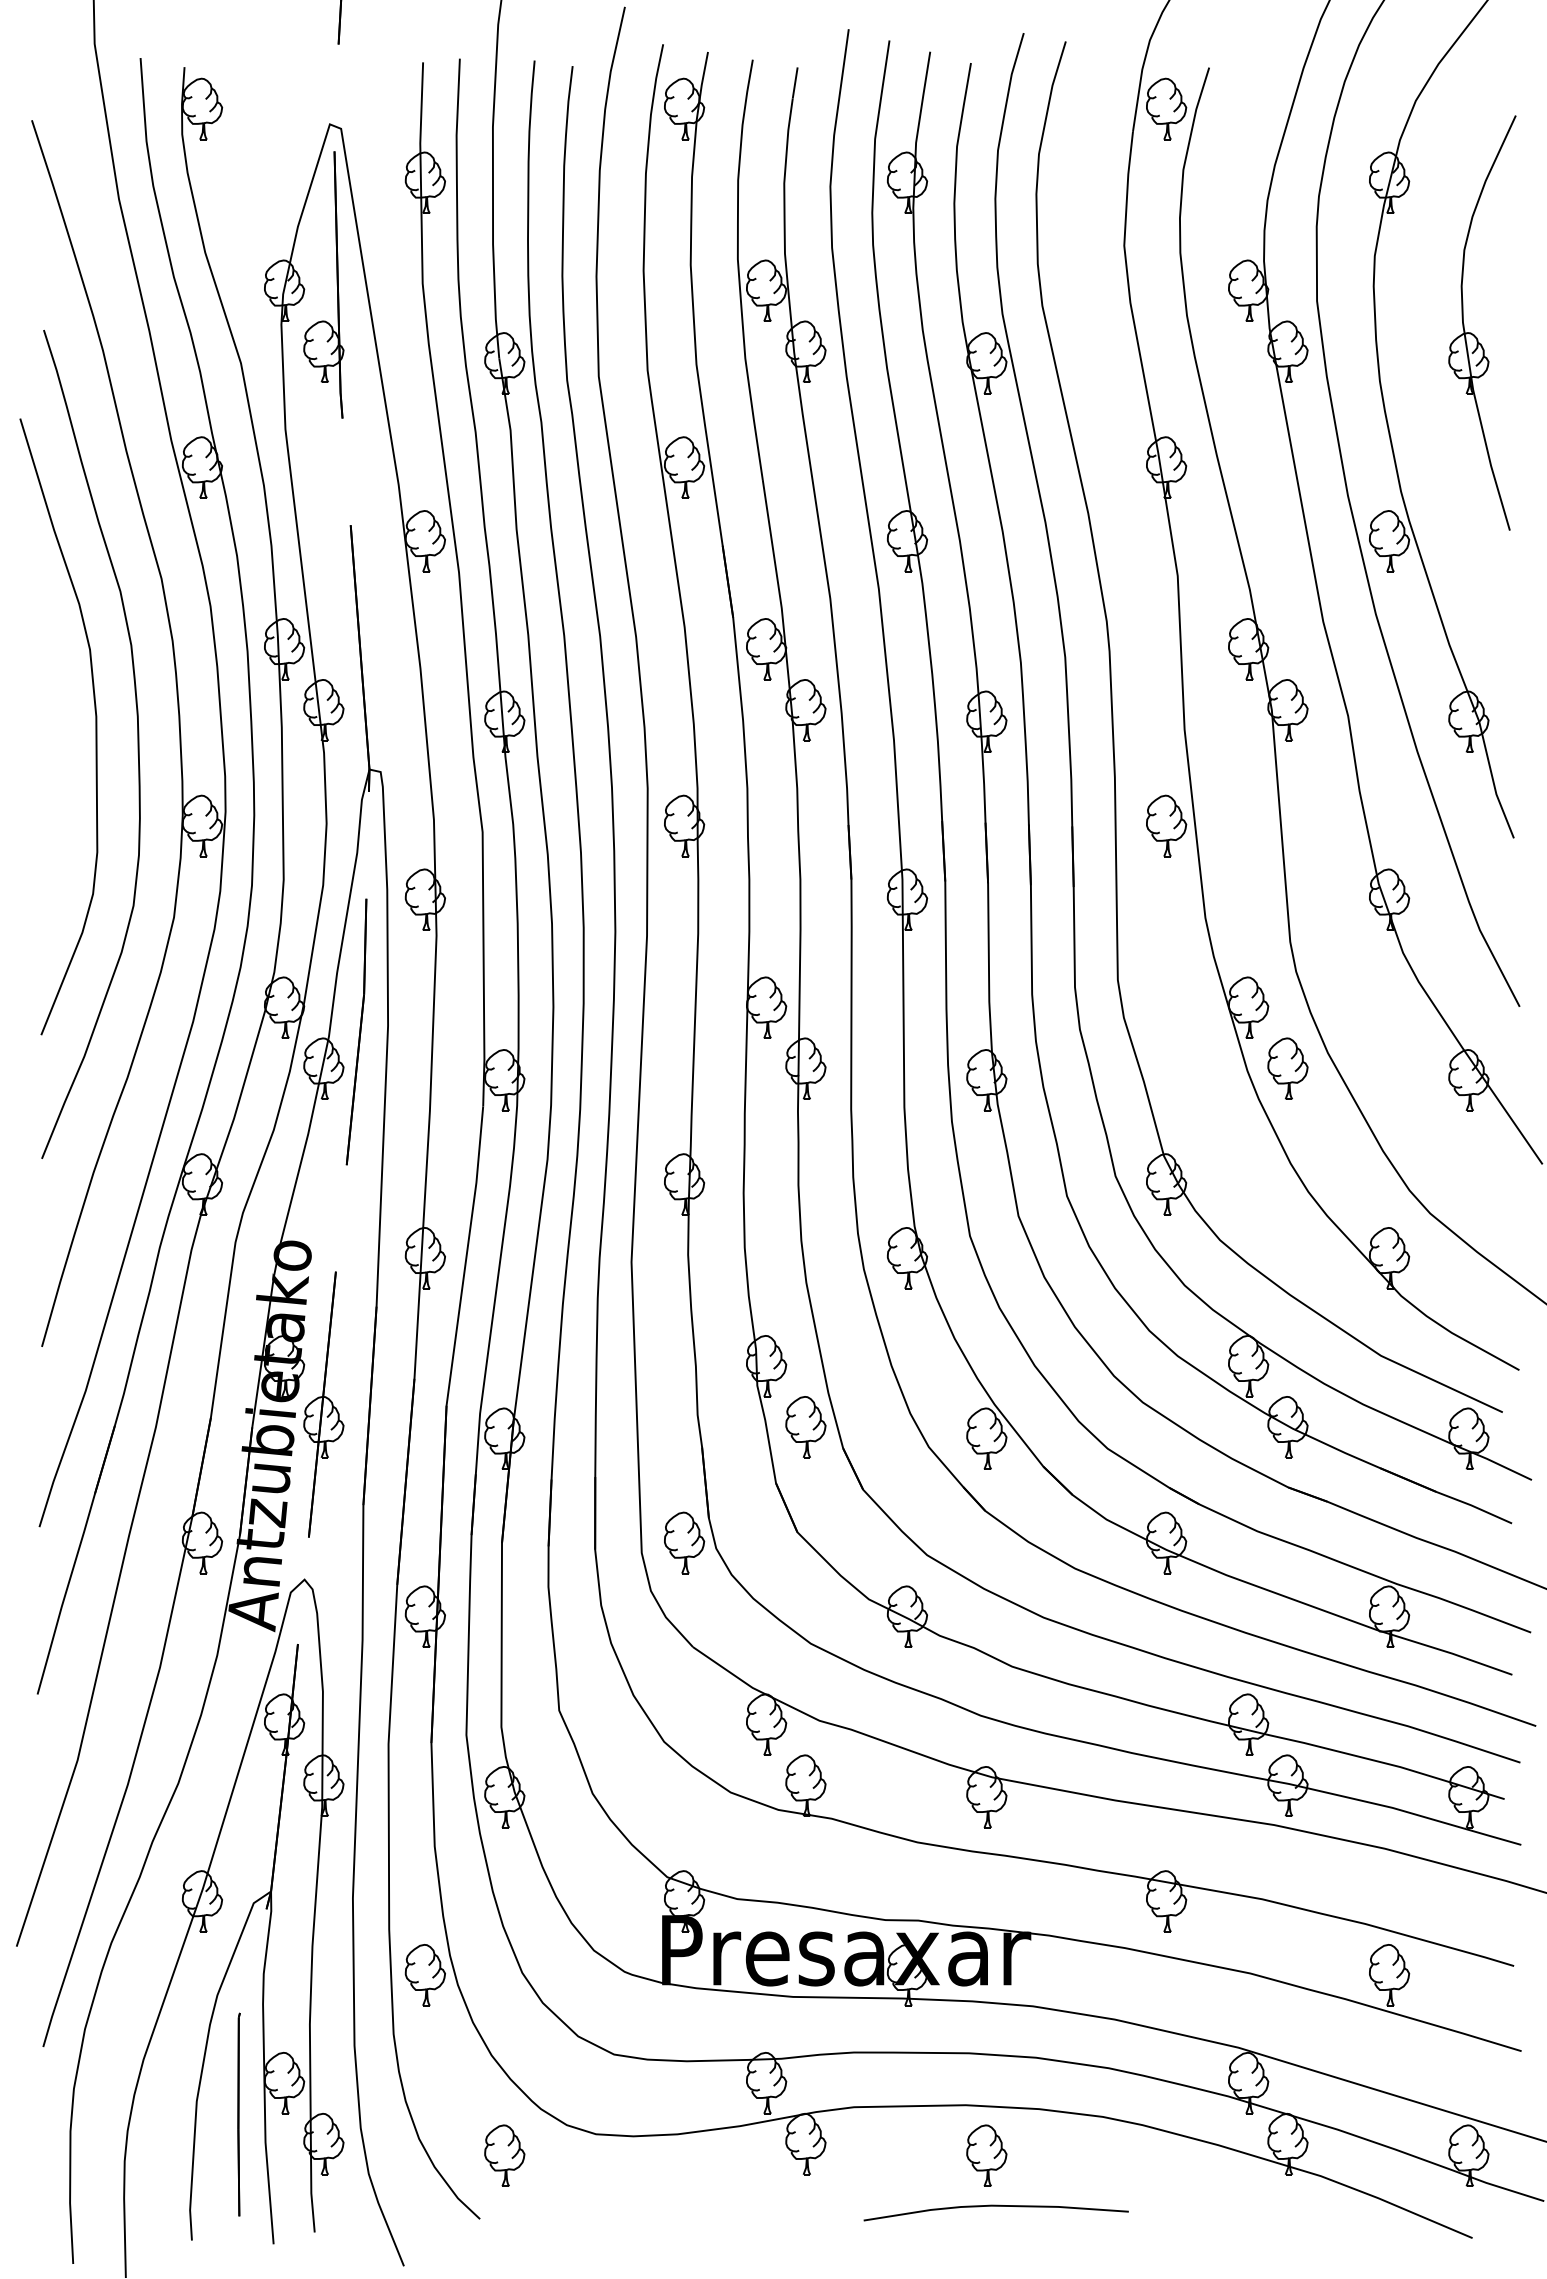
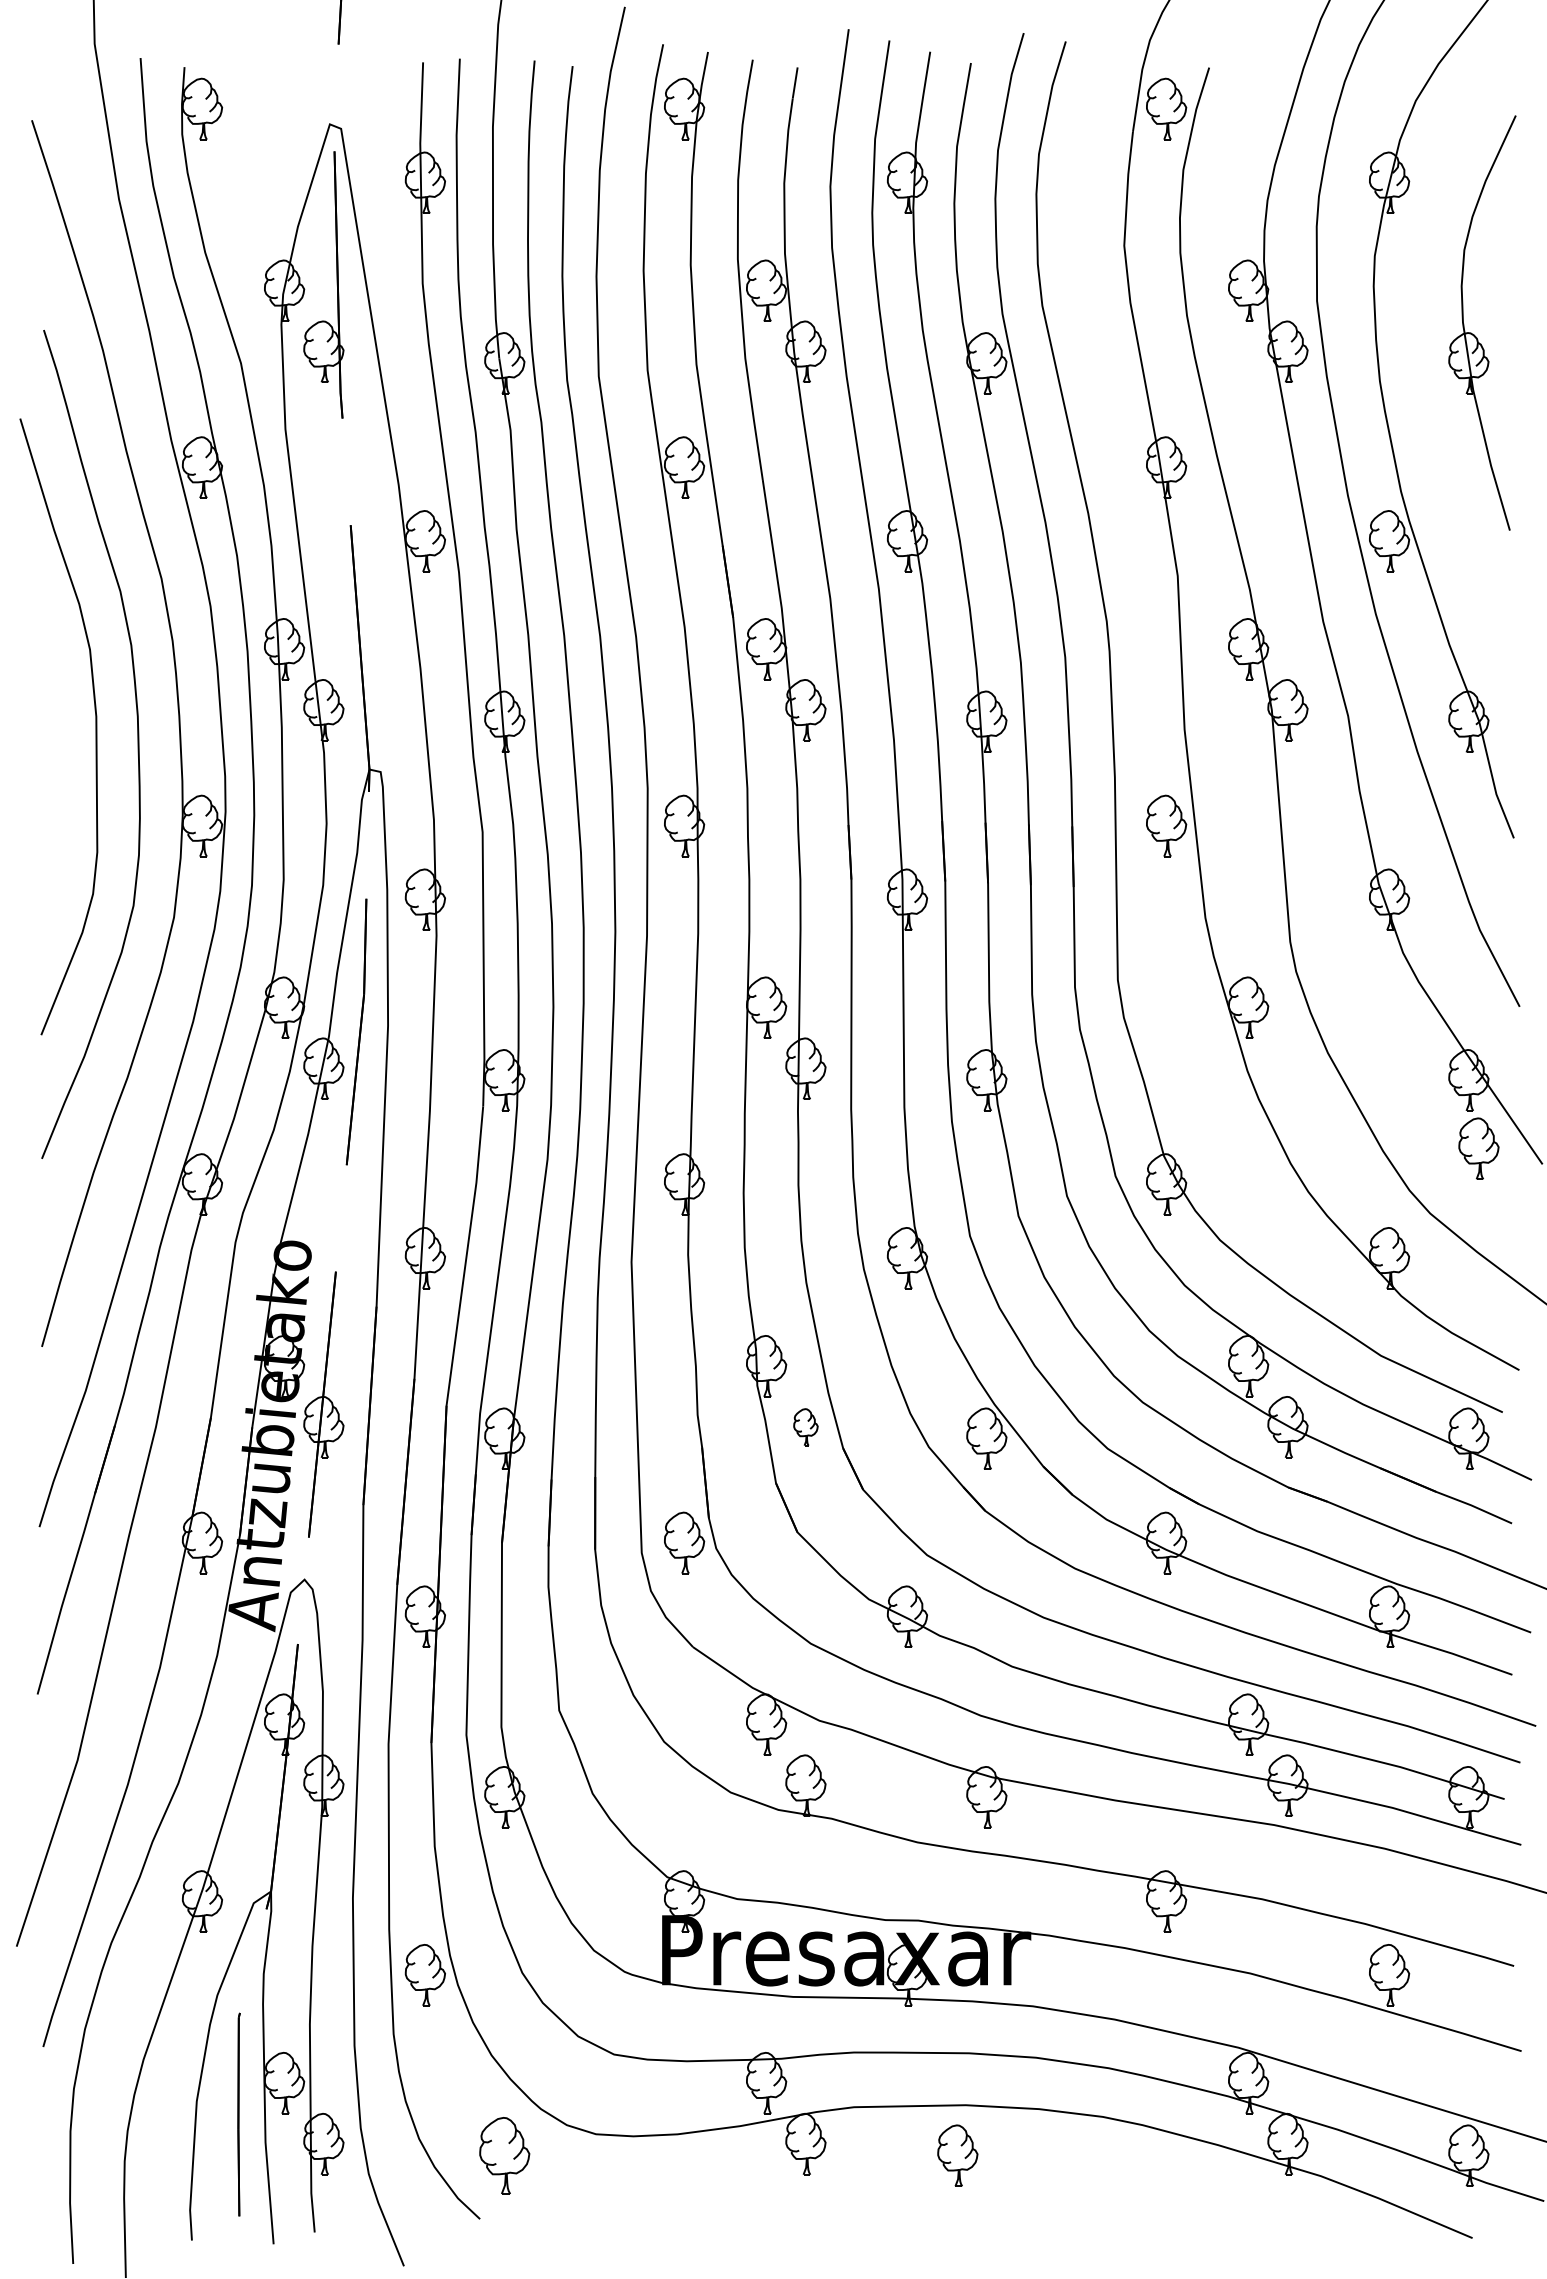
part at (1287, 1068) position: (1287, 1068) -> (1478, 1148)
part at (805, 1427) size: 42x63 px -> 26x39 px
part at (504, 2155) size: 42x63 px -> 52x78 px
part at (986, 2155) position: (986, 2155) -> (957, 2155)
curve at (995, 2206): present -> none
